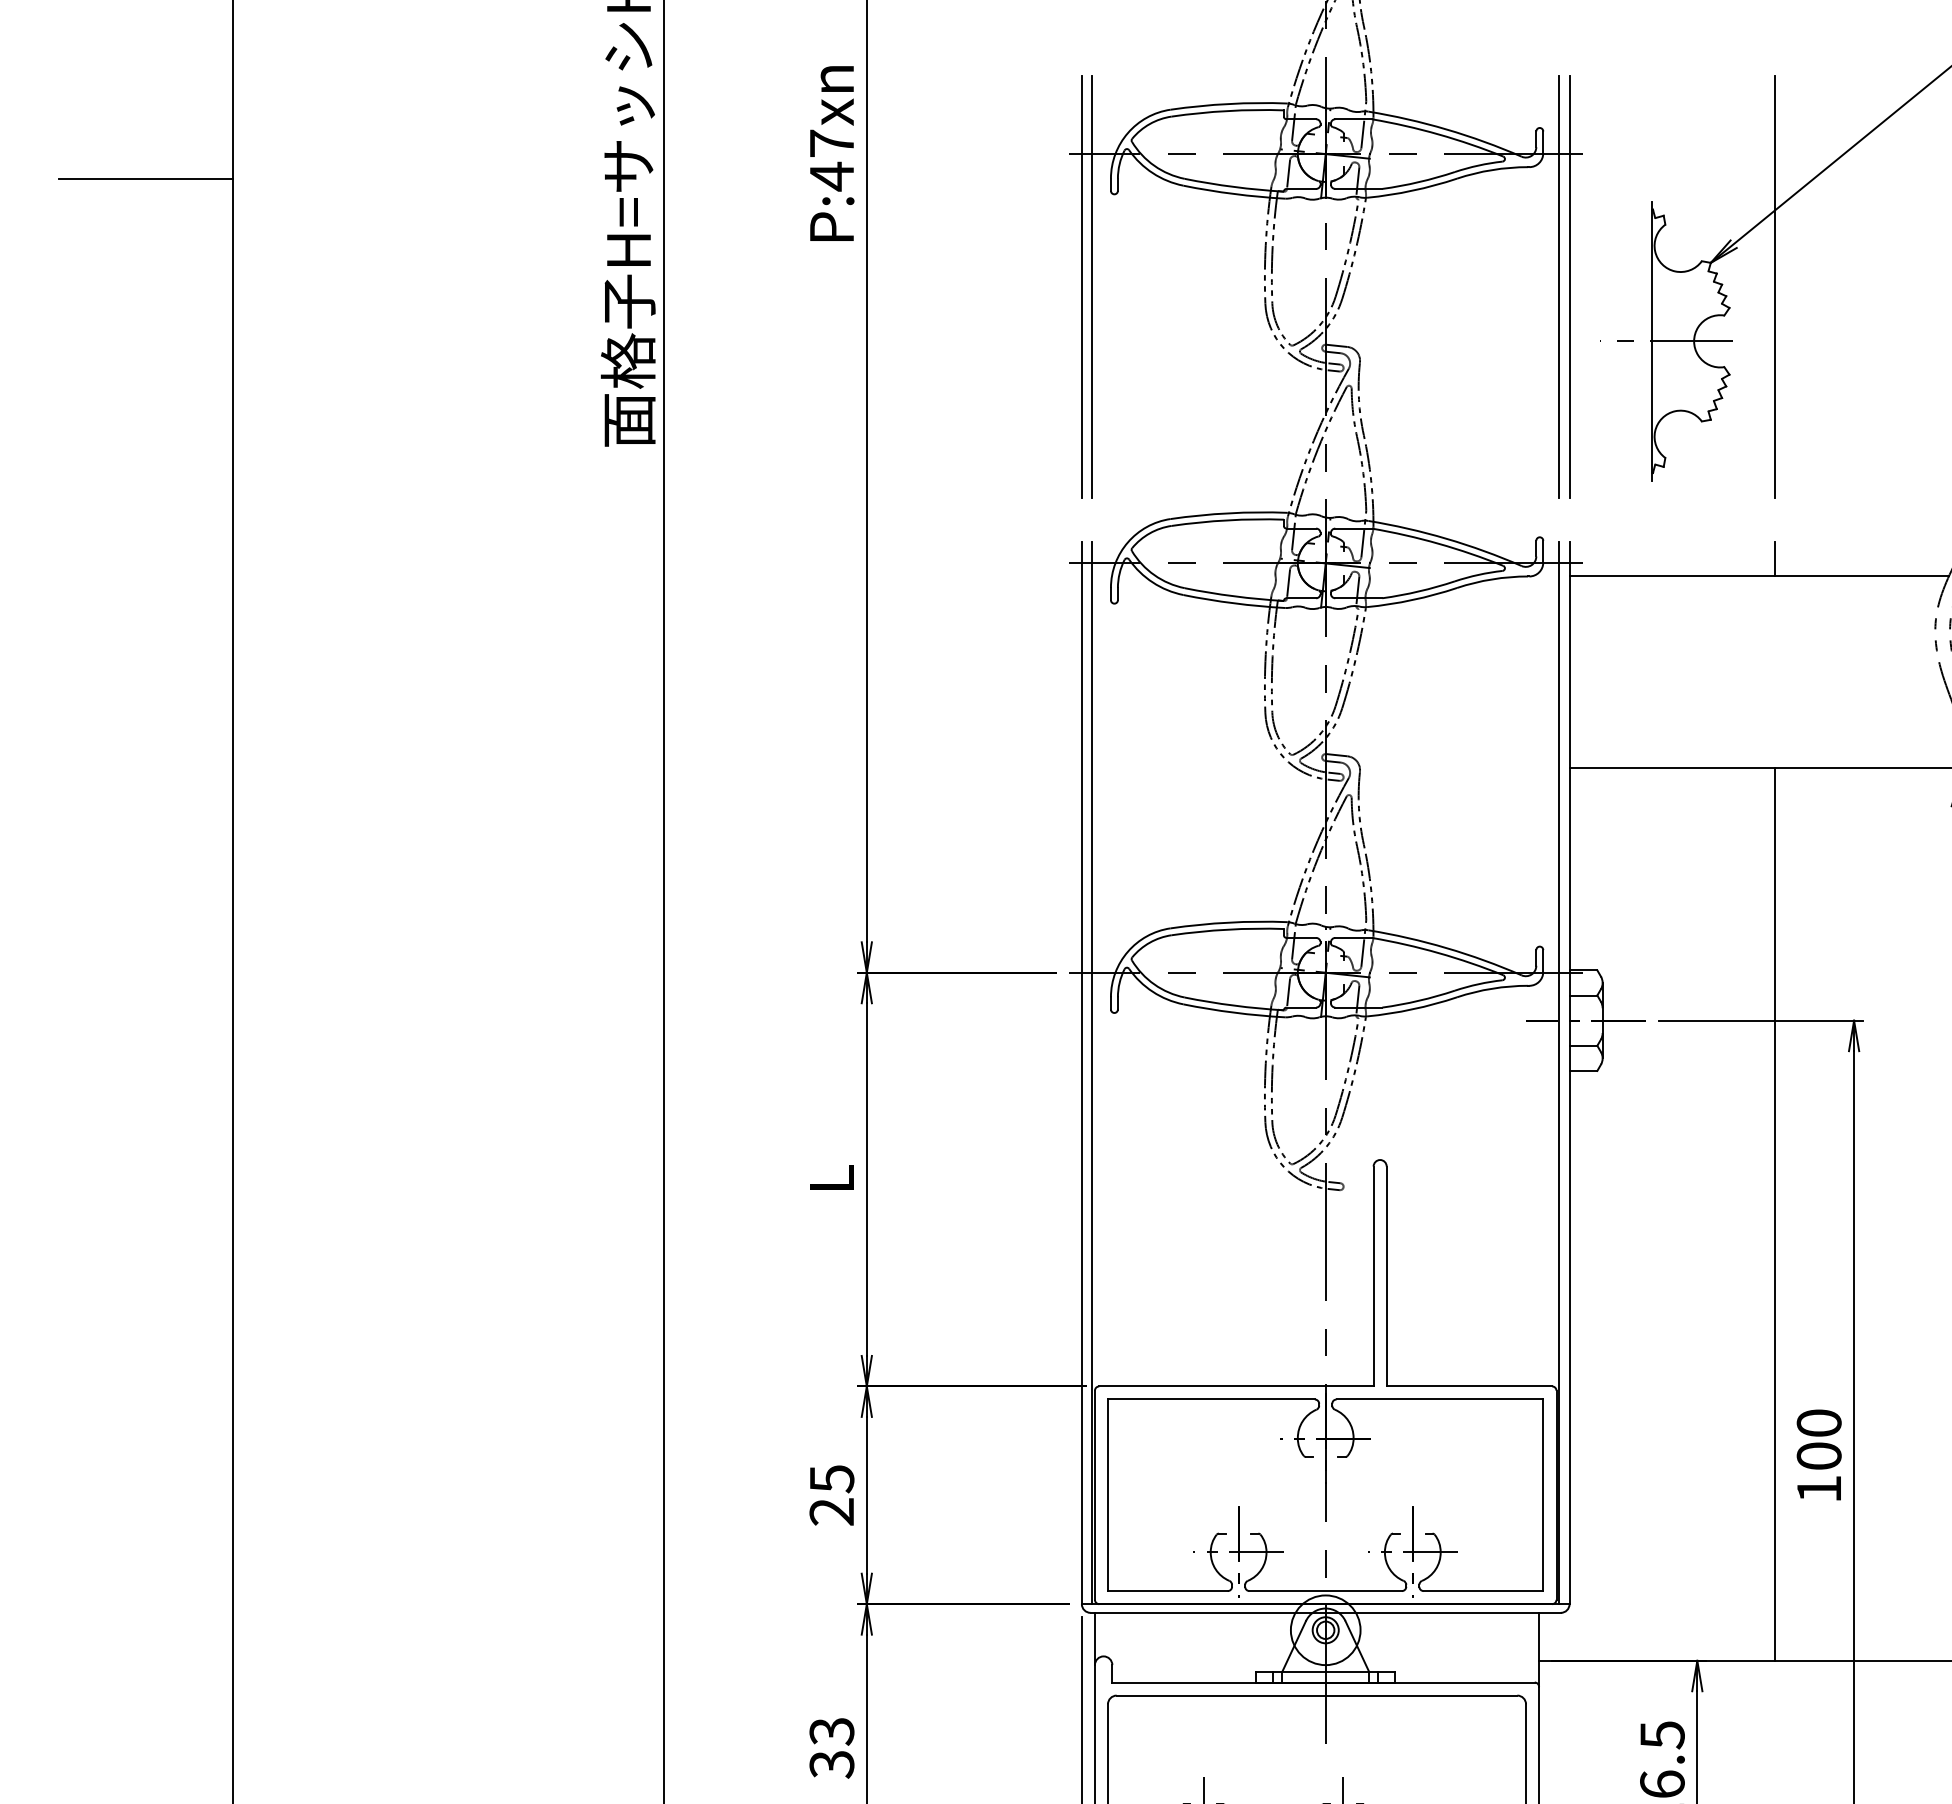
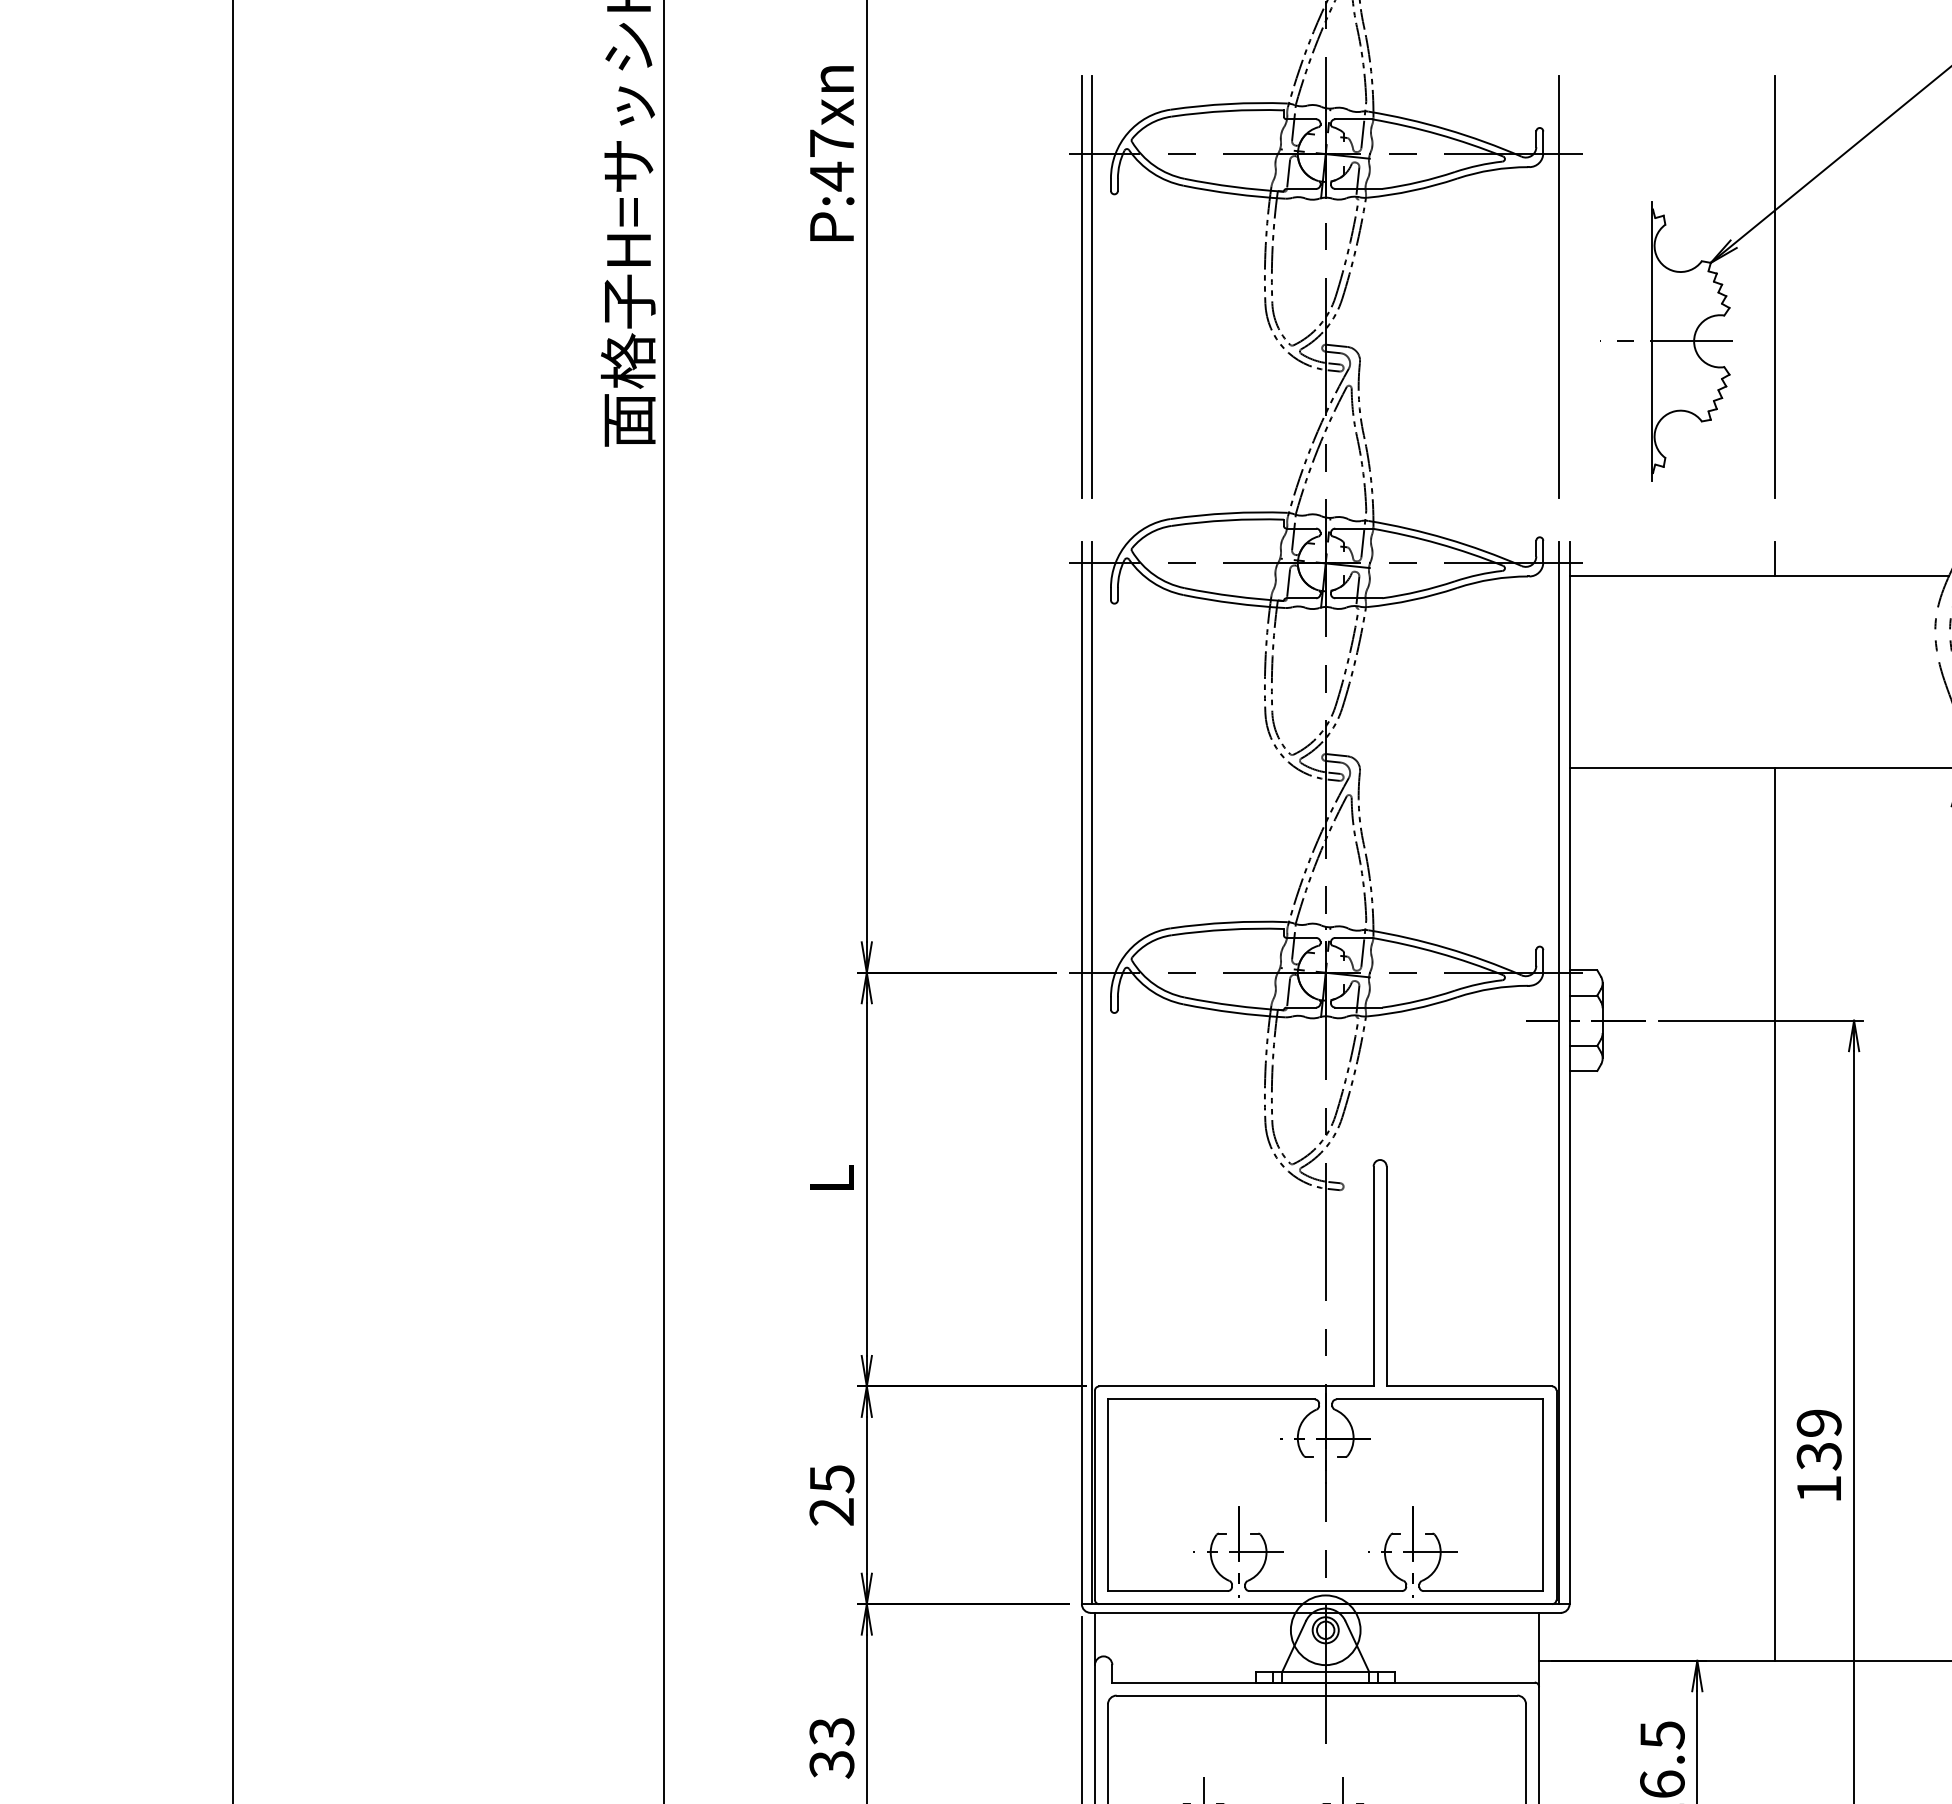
line at (145, 178): present -> none
line at (1569, 286): present -> none
text at (1818, 1439): 100 -> 139
